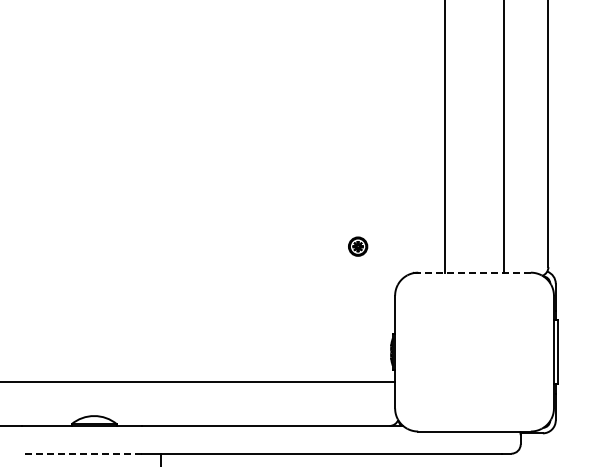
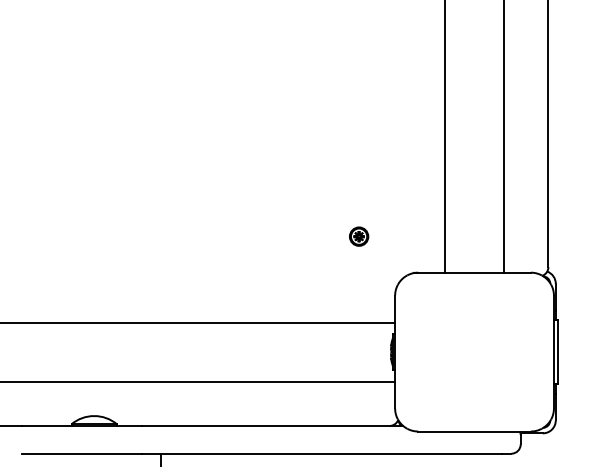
part at (358, 246) position: (358, 246) -> (359, 236)
line at (474, 272): dashed -> solid
line at (198, 322): none -> present
line at (81, 453): dashed -> solid
